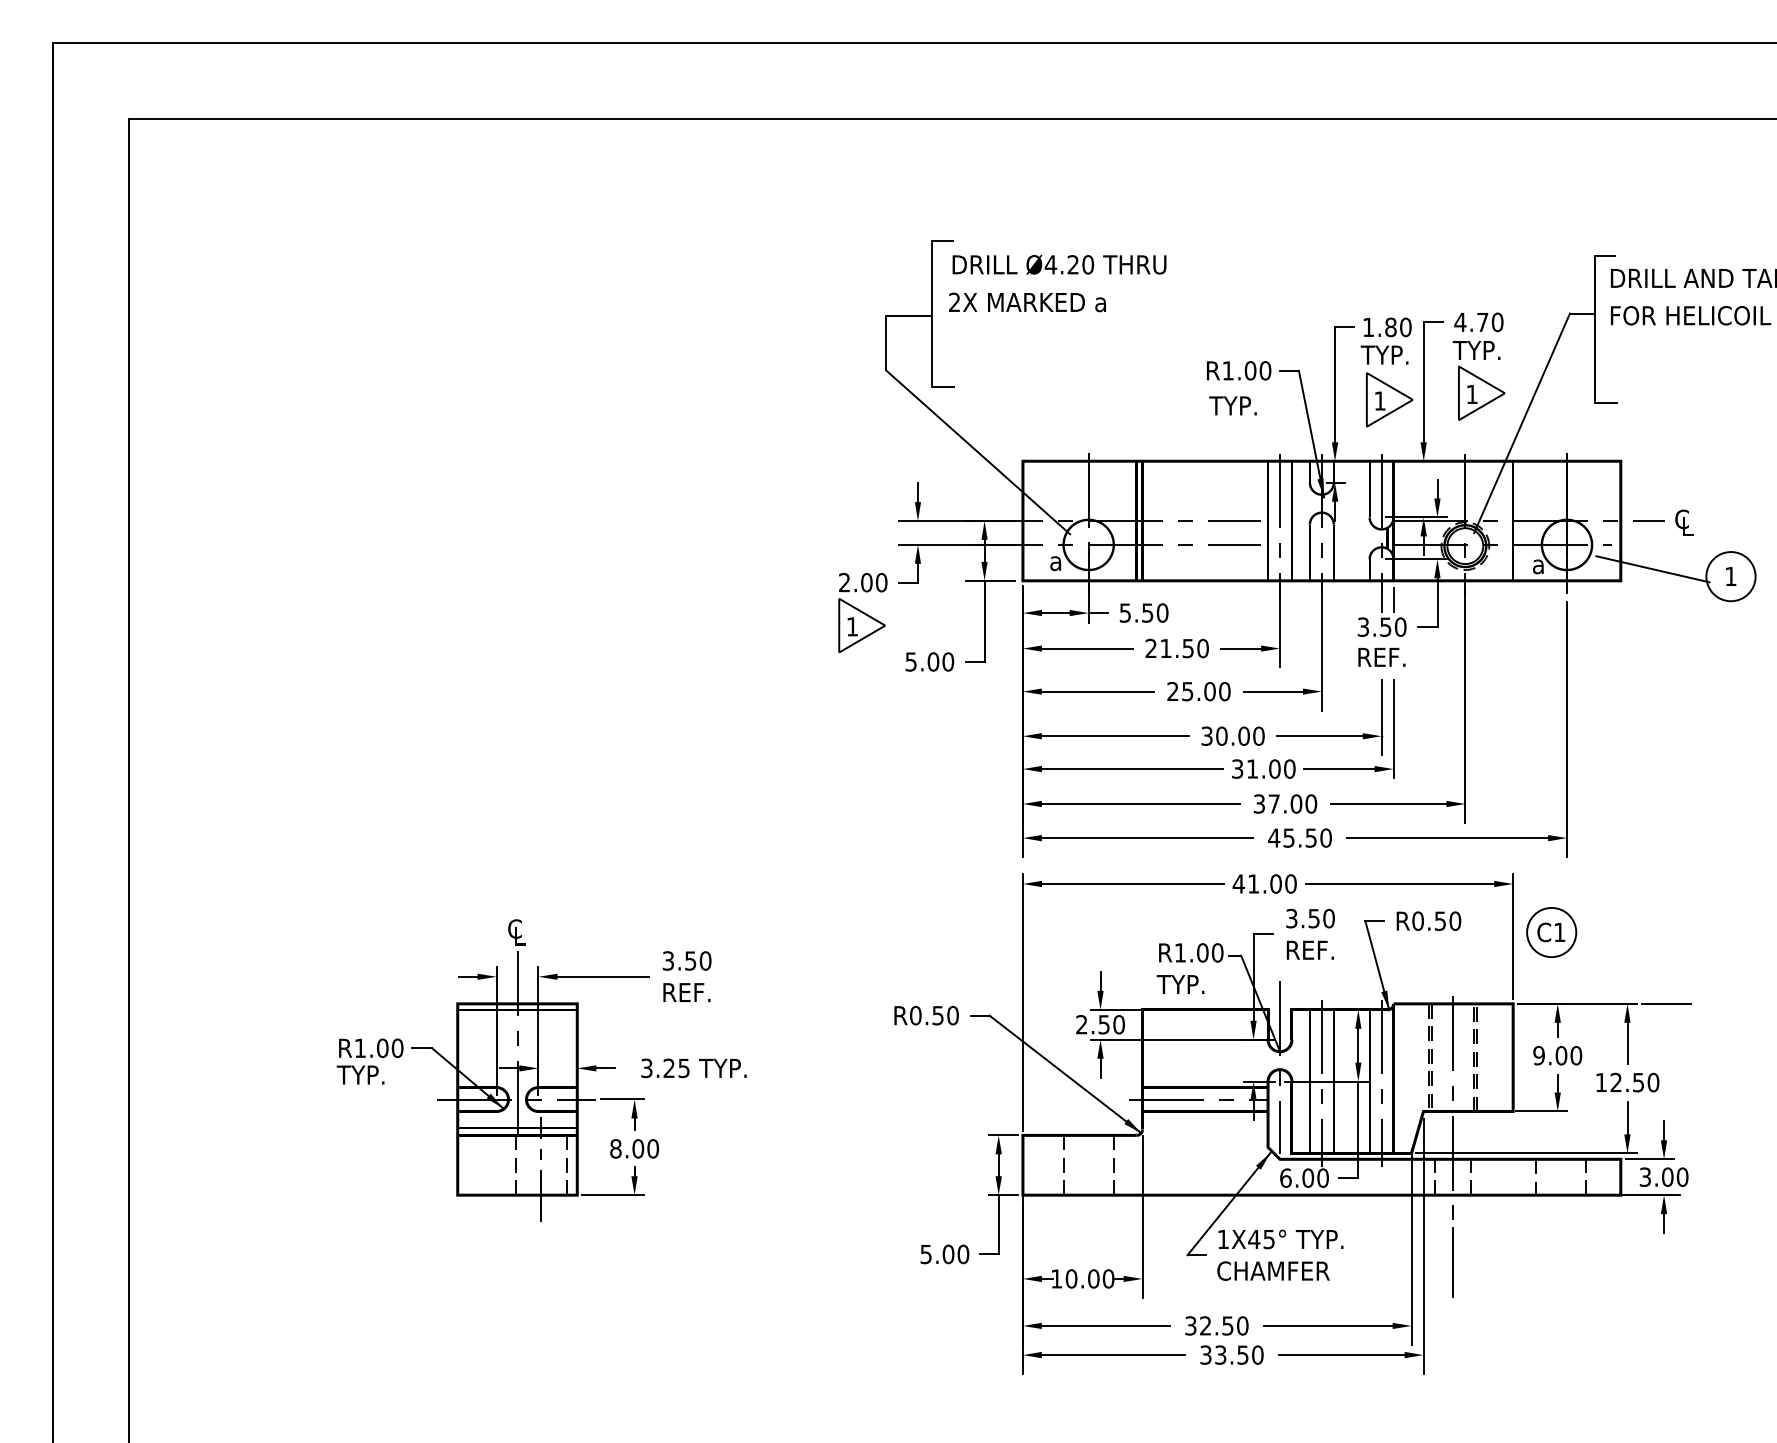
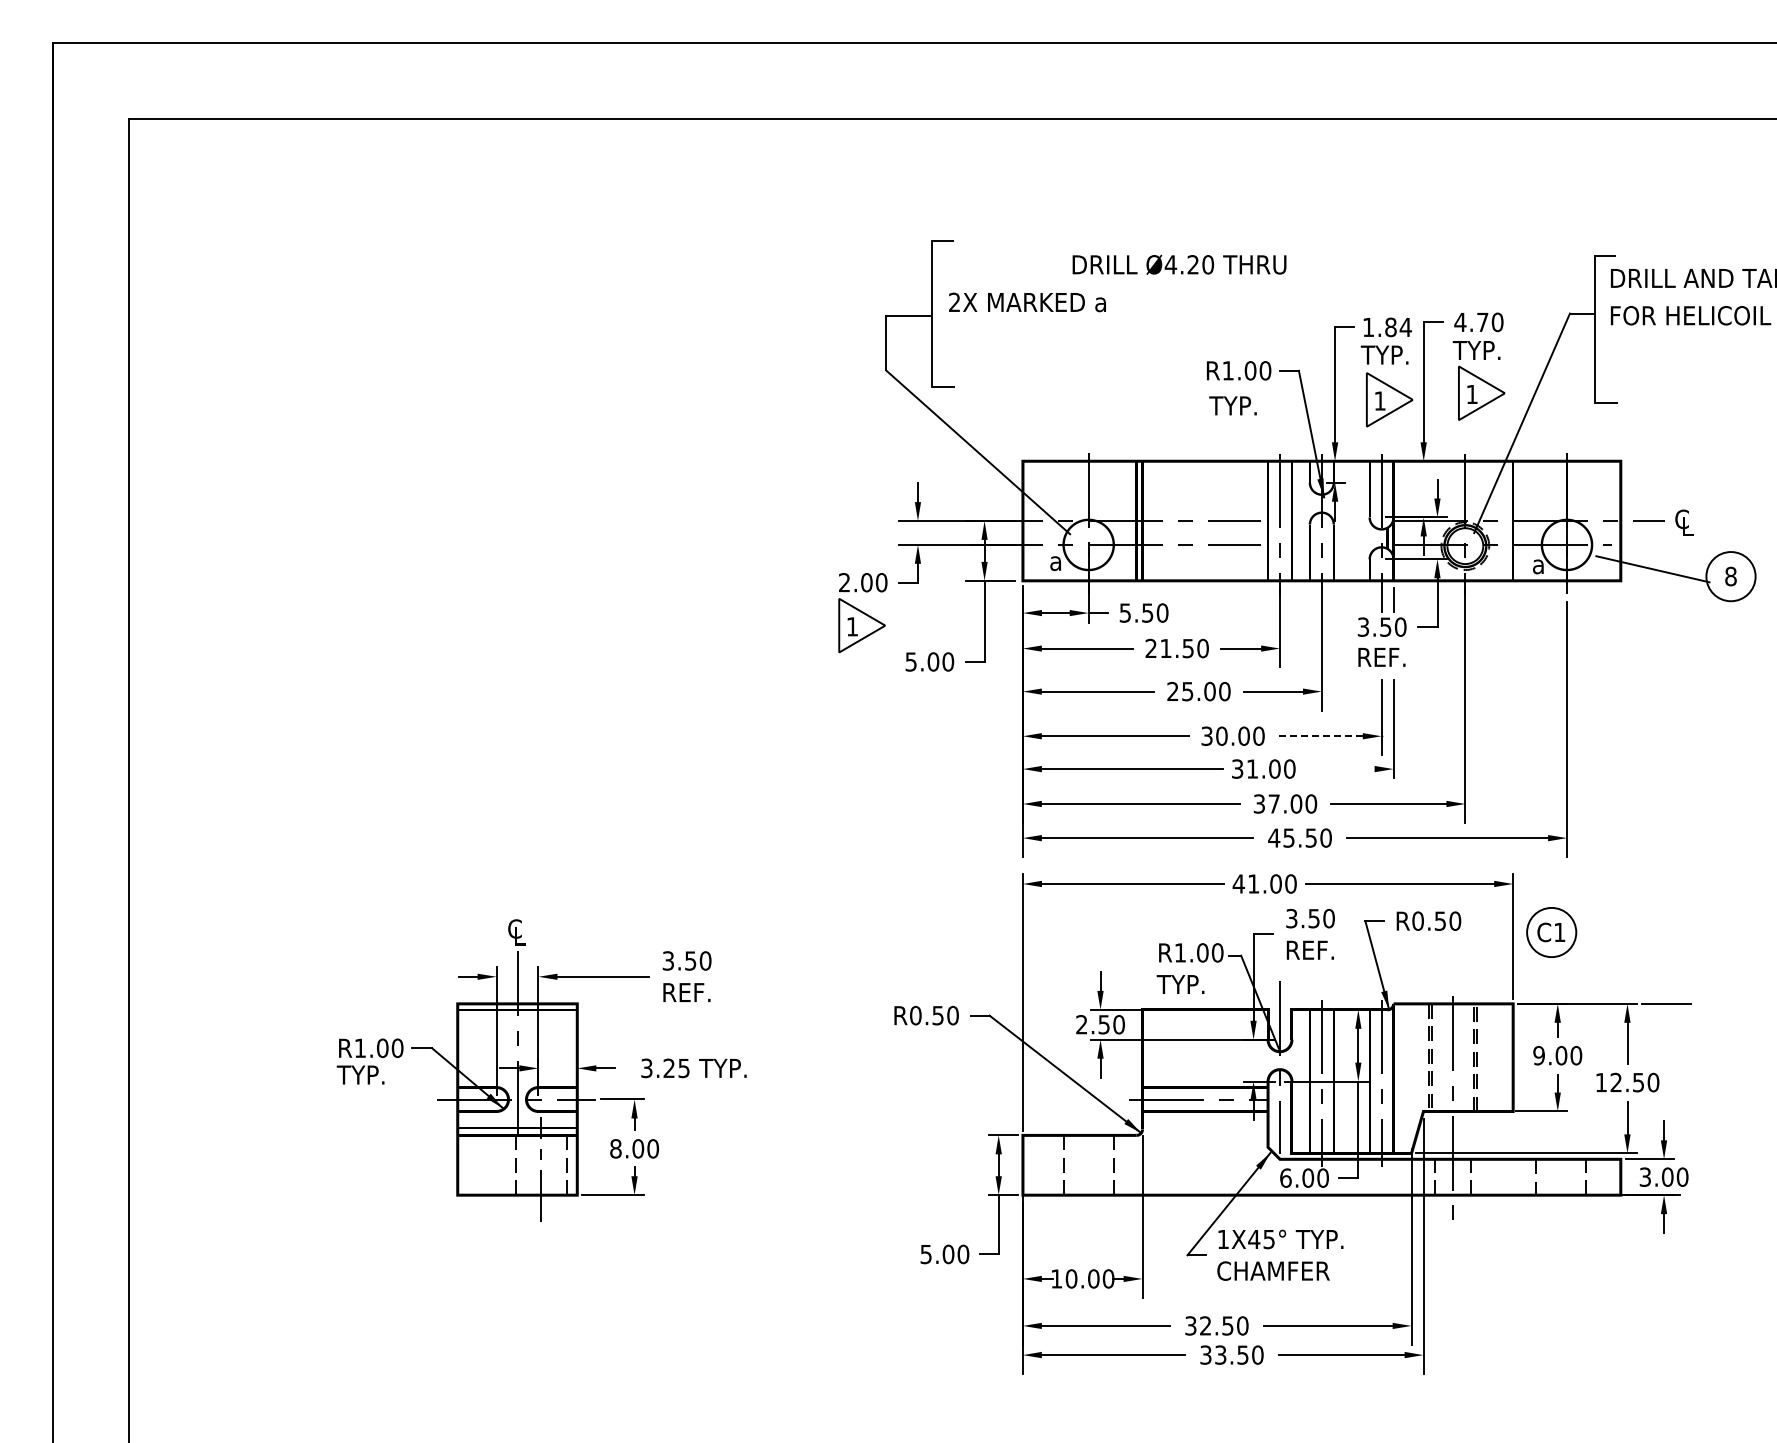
text at (1059, 264) position: (1059, 264) -> (1179, 264)
text at (1405, 327): 1.80 -> 1.84
text at (1730, 576): 1 -> 8
line at (1319, 736): solid -> dashed
line at (1342, 769): present -> none
line at (1453, 1262): present -> none
